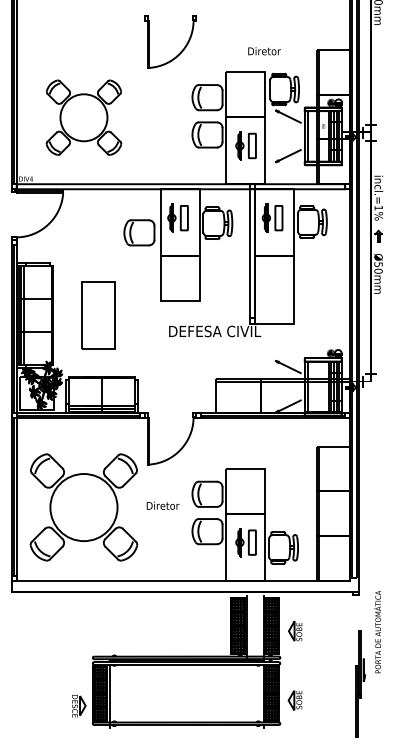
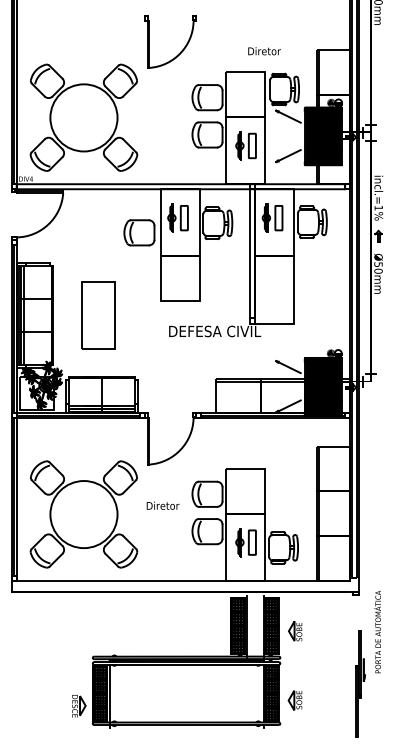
part at (83, 117) size: 78x77 px -> 110x109 px
fill at (322, 136): none -> present
fill at (322, 386): none -> present
part at (83, 507) position: (83, 507) -> (83, 514)
